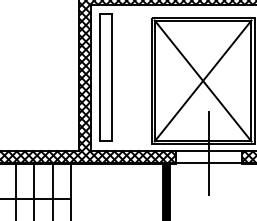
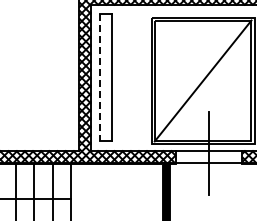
line at (100, 78): solid -> dashed
line at (202, 80): present -> none
